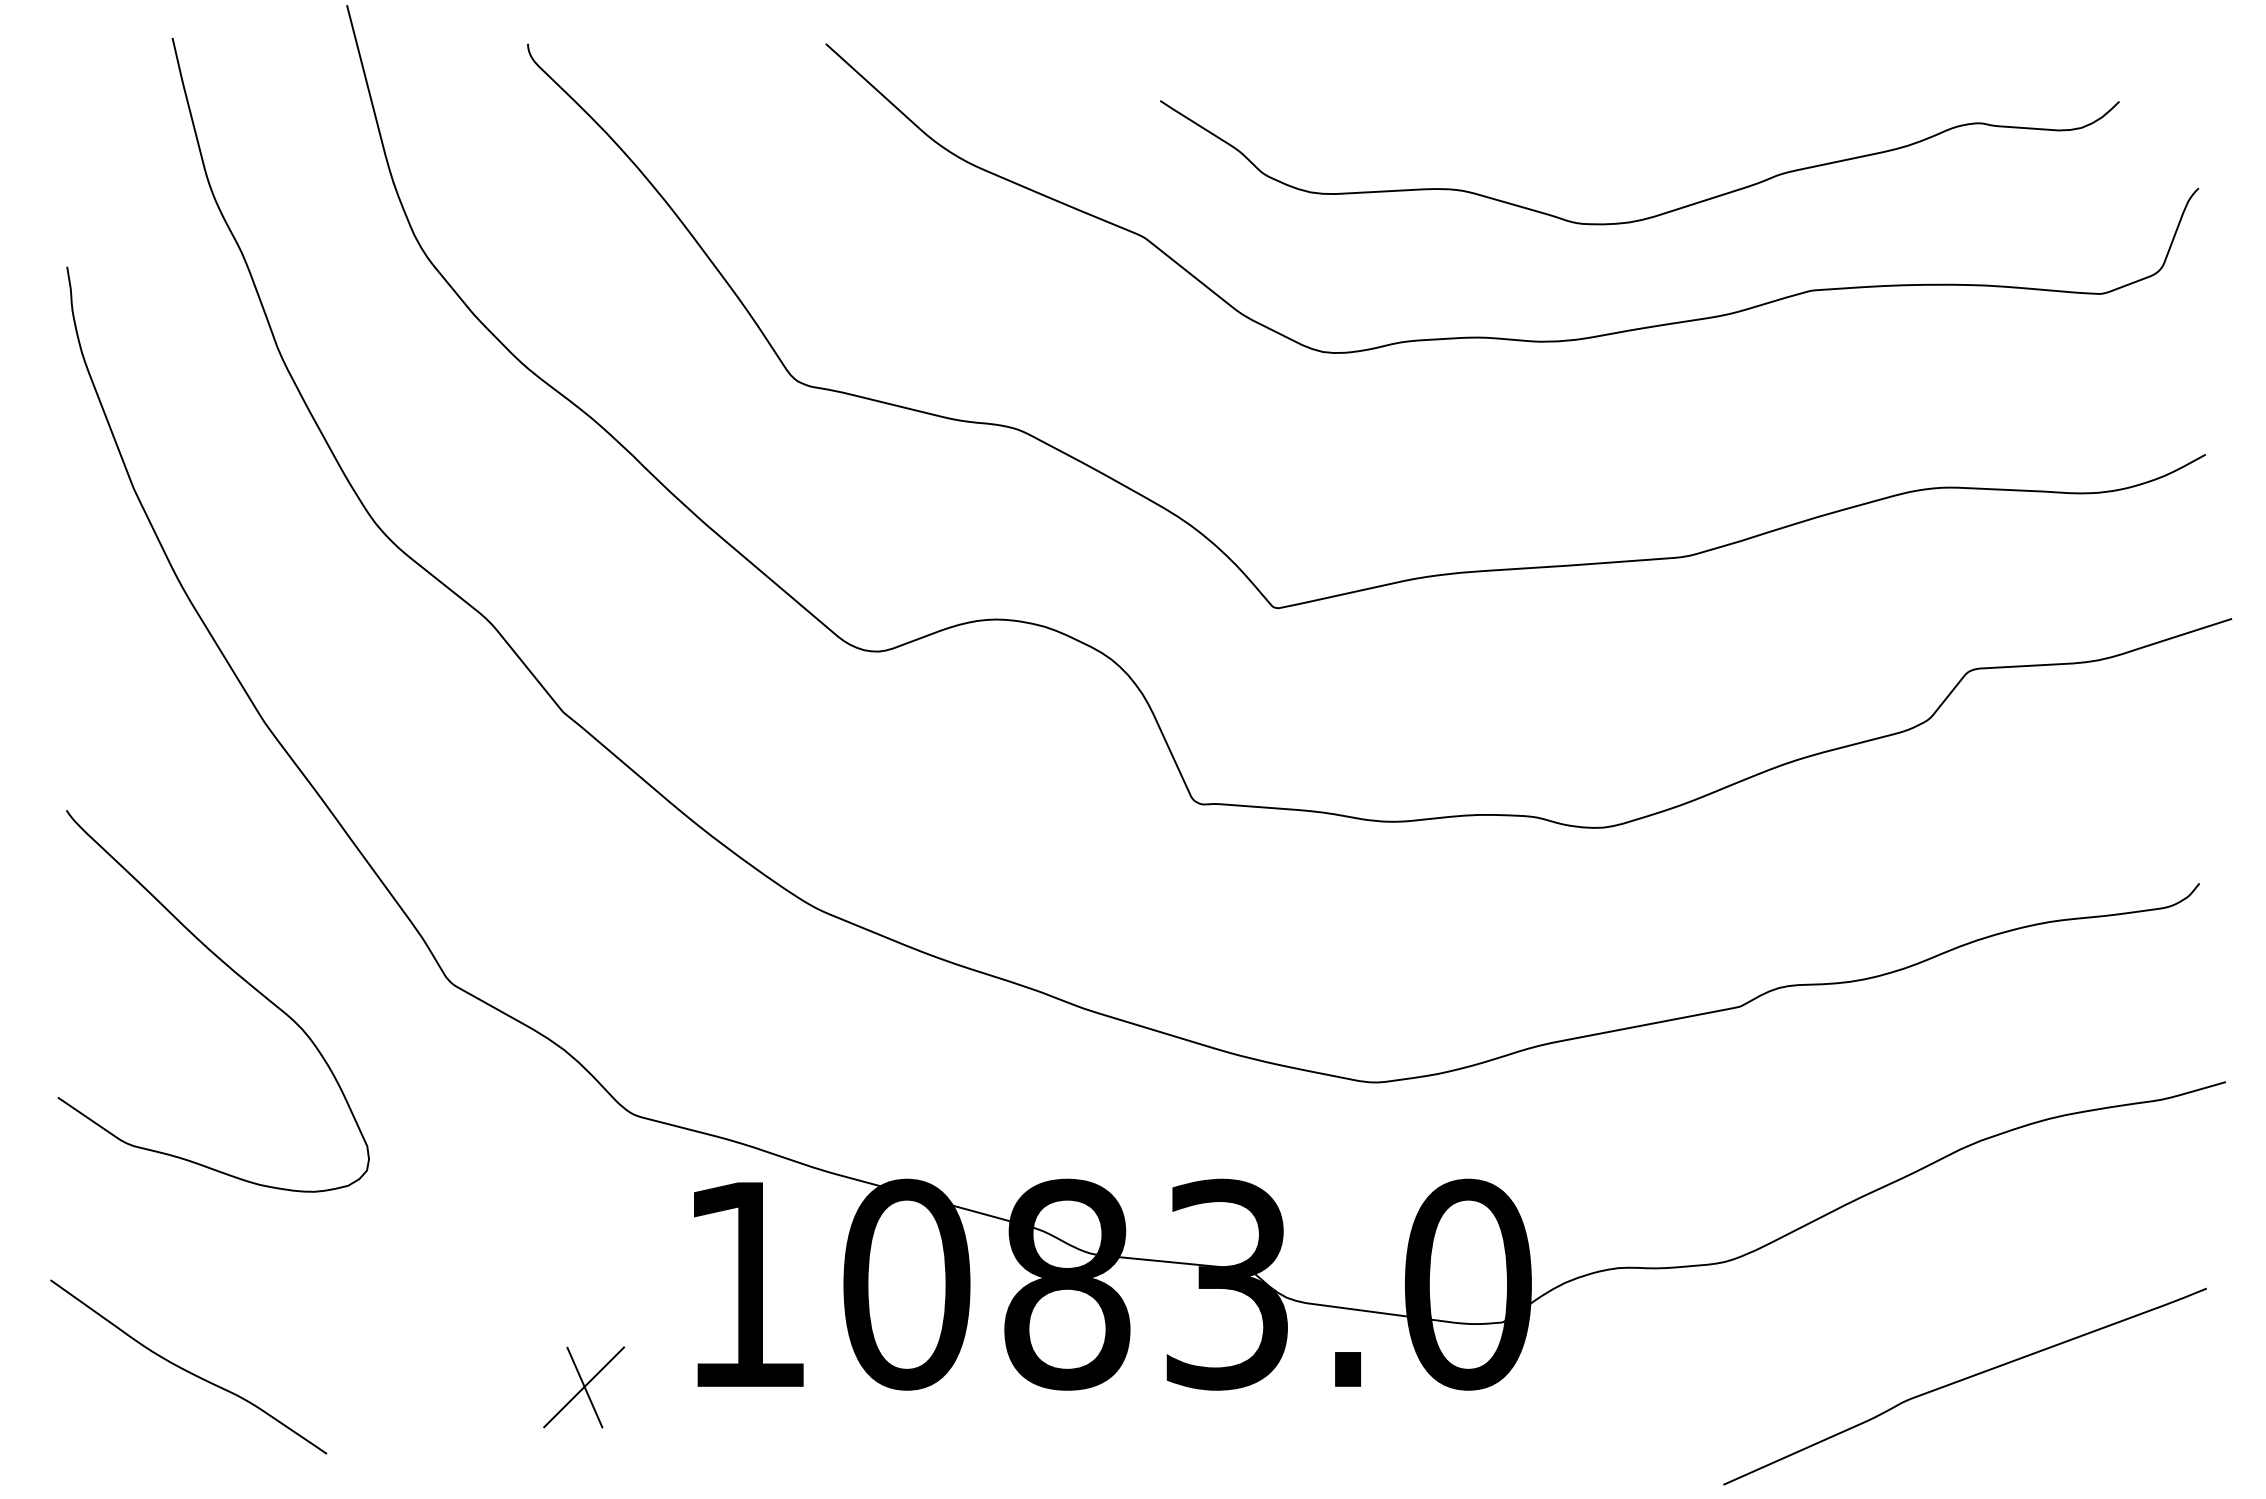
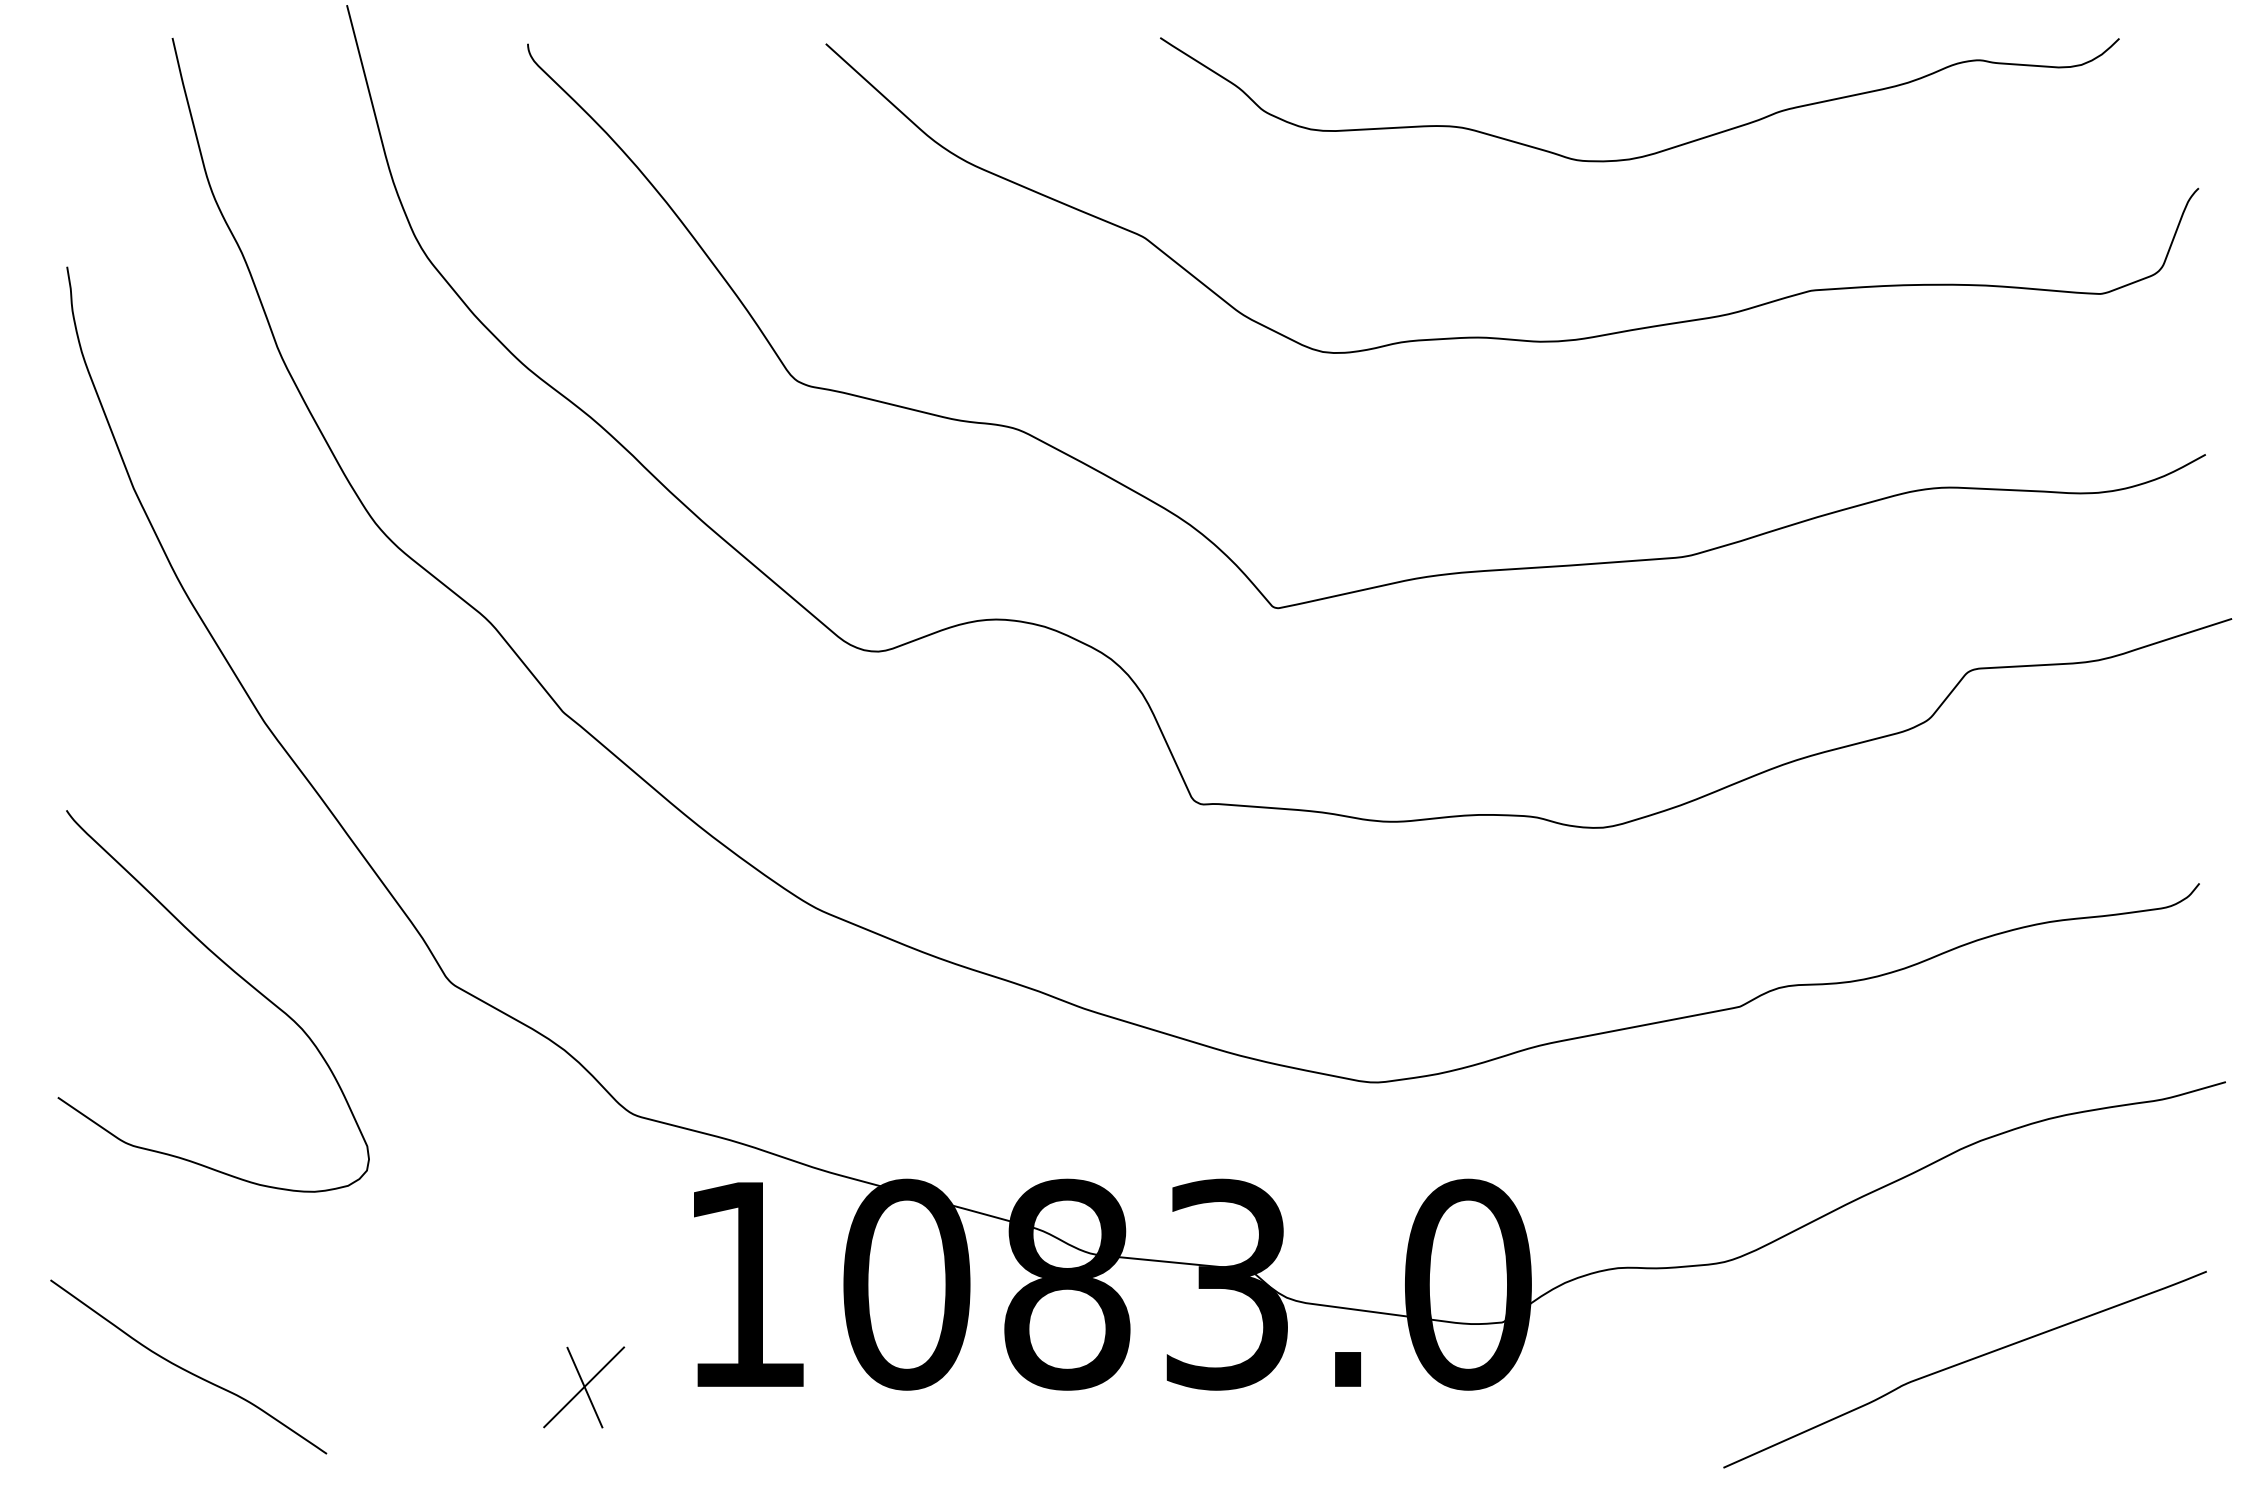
curve at (1657, 214) position: (1657, 214) -> (1657, 151)
curve at (1961, 1381) position: (1961, 1381) -> (1961, 1364)
